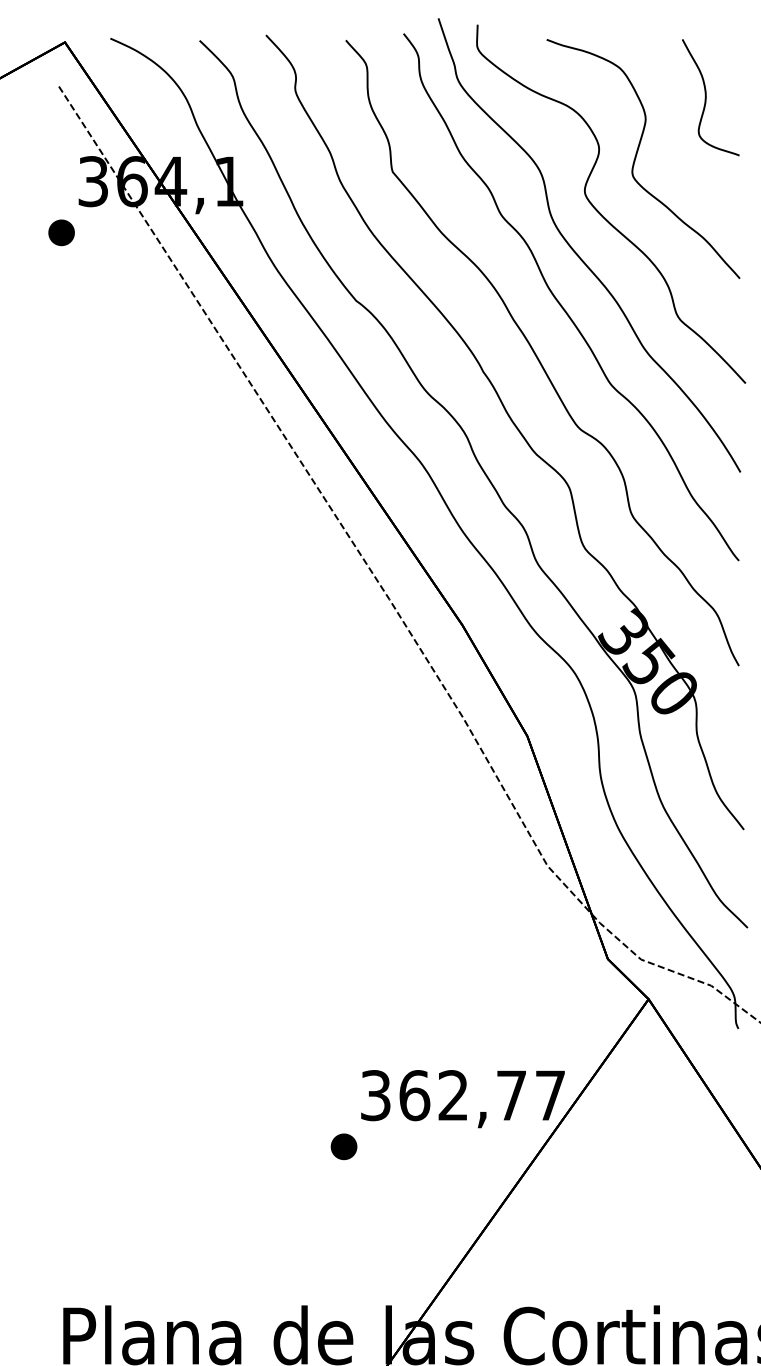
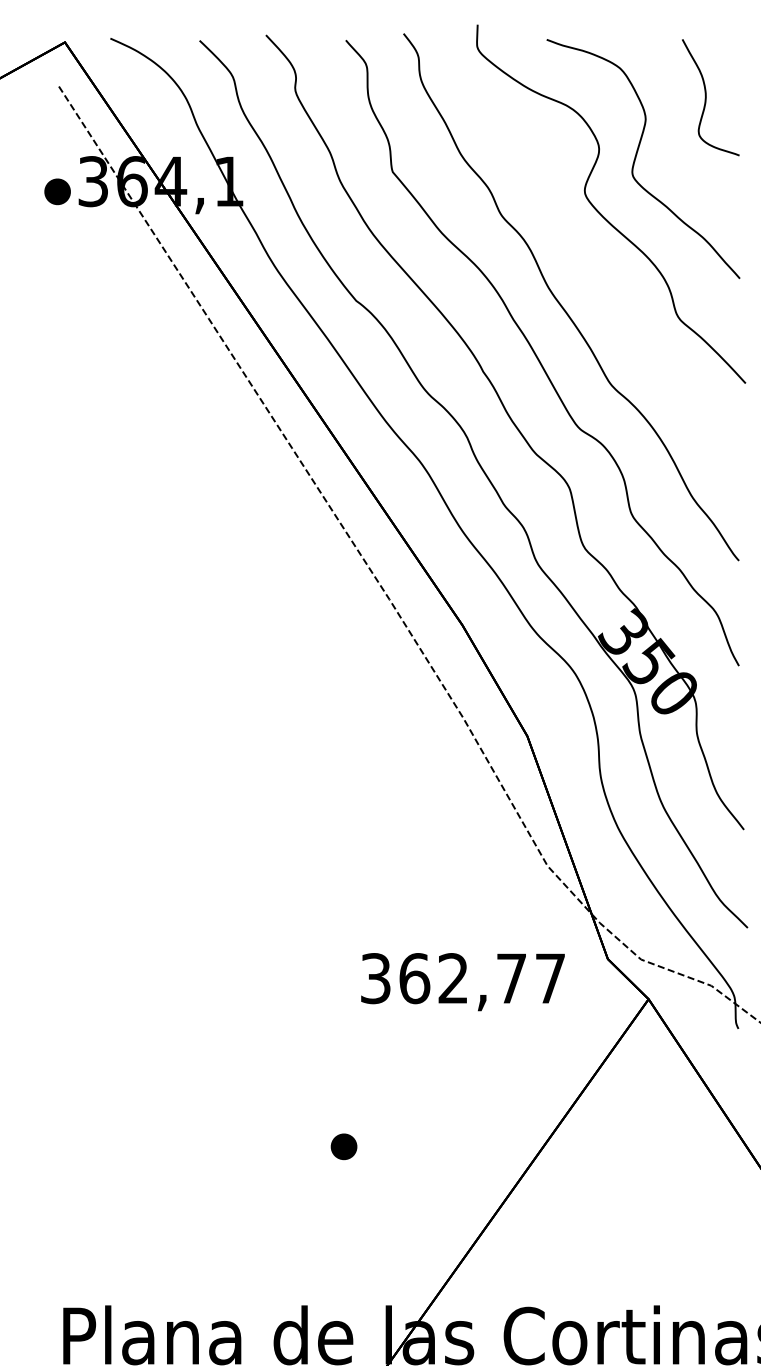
part at (61, 232) position: (61, 232) -> (57, 191)
part at (579, 255): present -> none
text at (462, 1099) position: (462, 1099) -> (462, 982)
